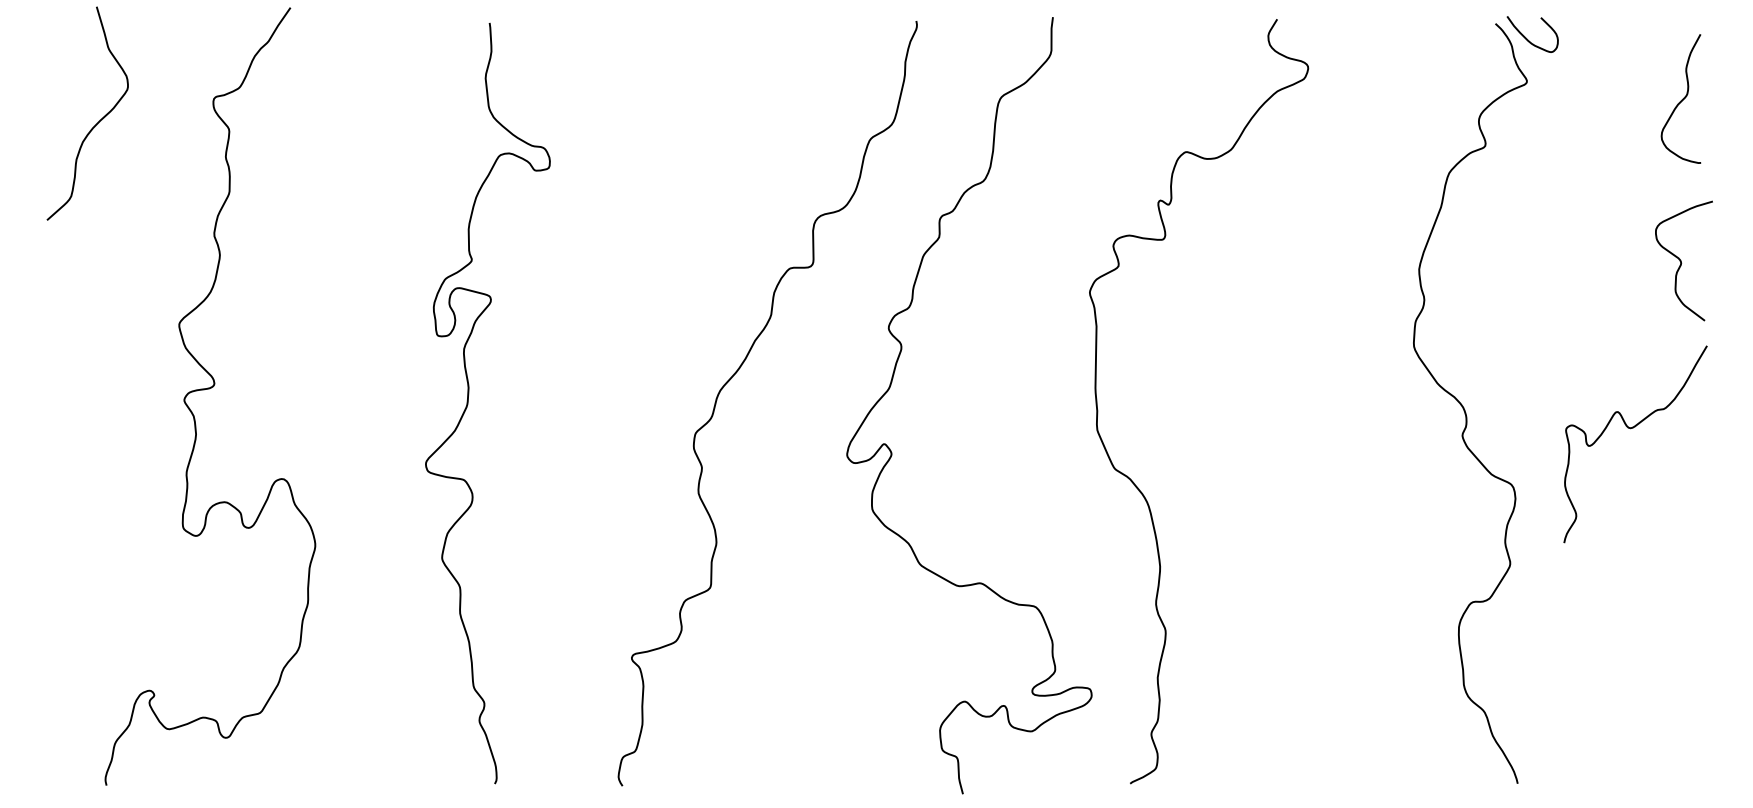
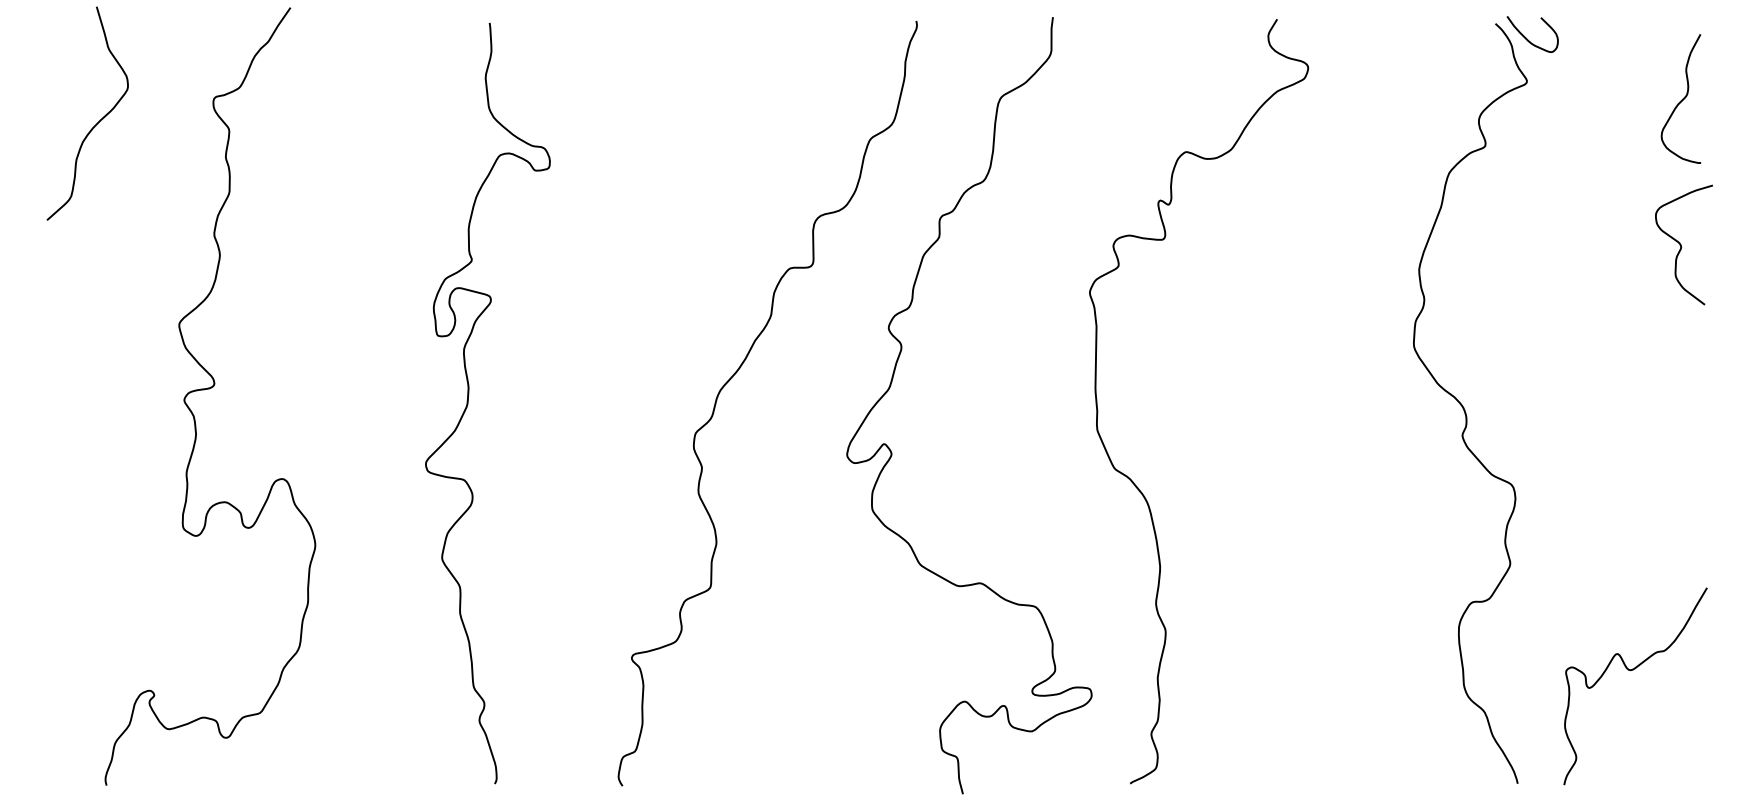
curve at (1681, 260) position: (1681, 260) -> (1681, 244)
curve at (1630, 429) position: (1630, 429) -> (1630, 671)
